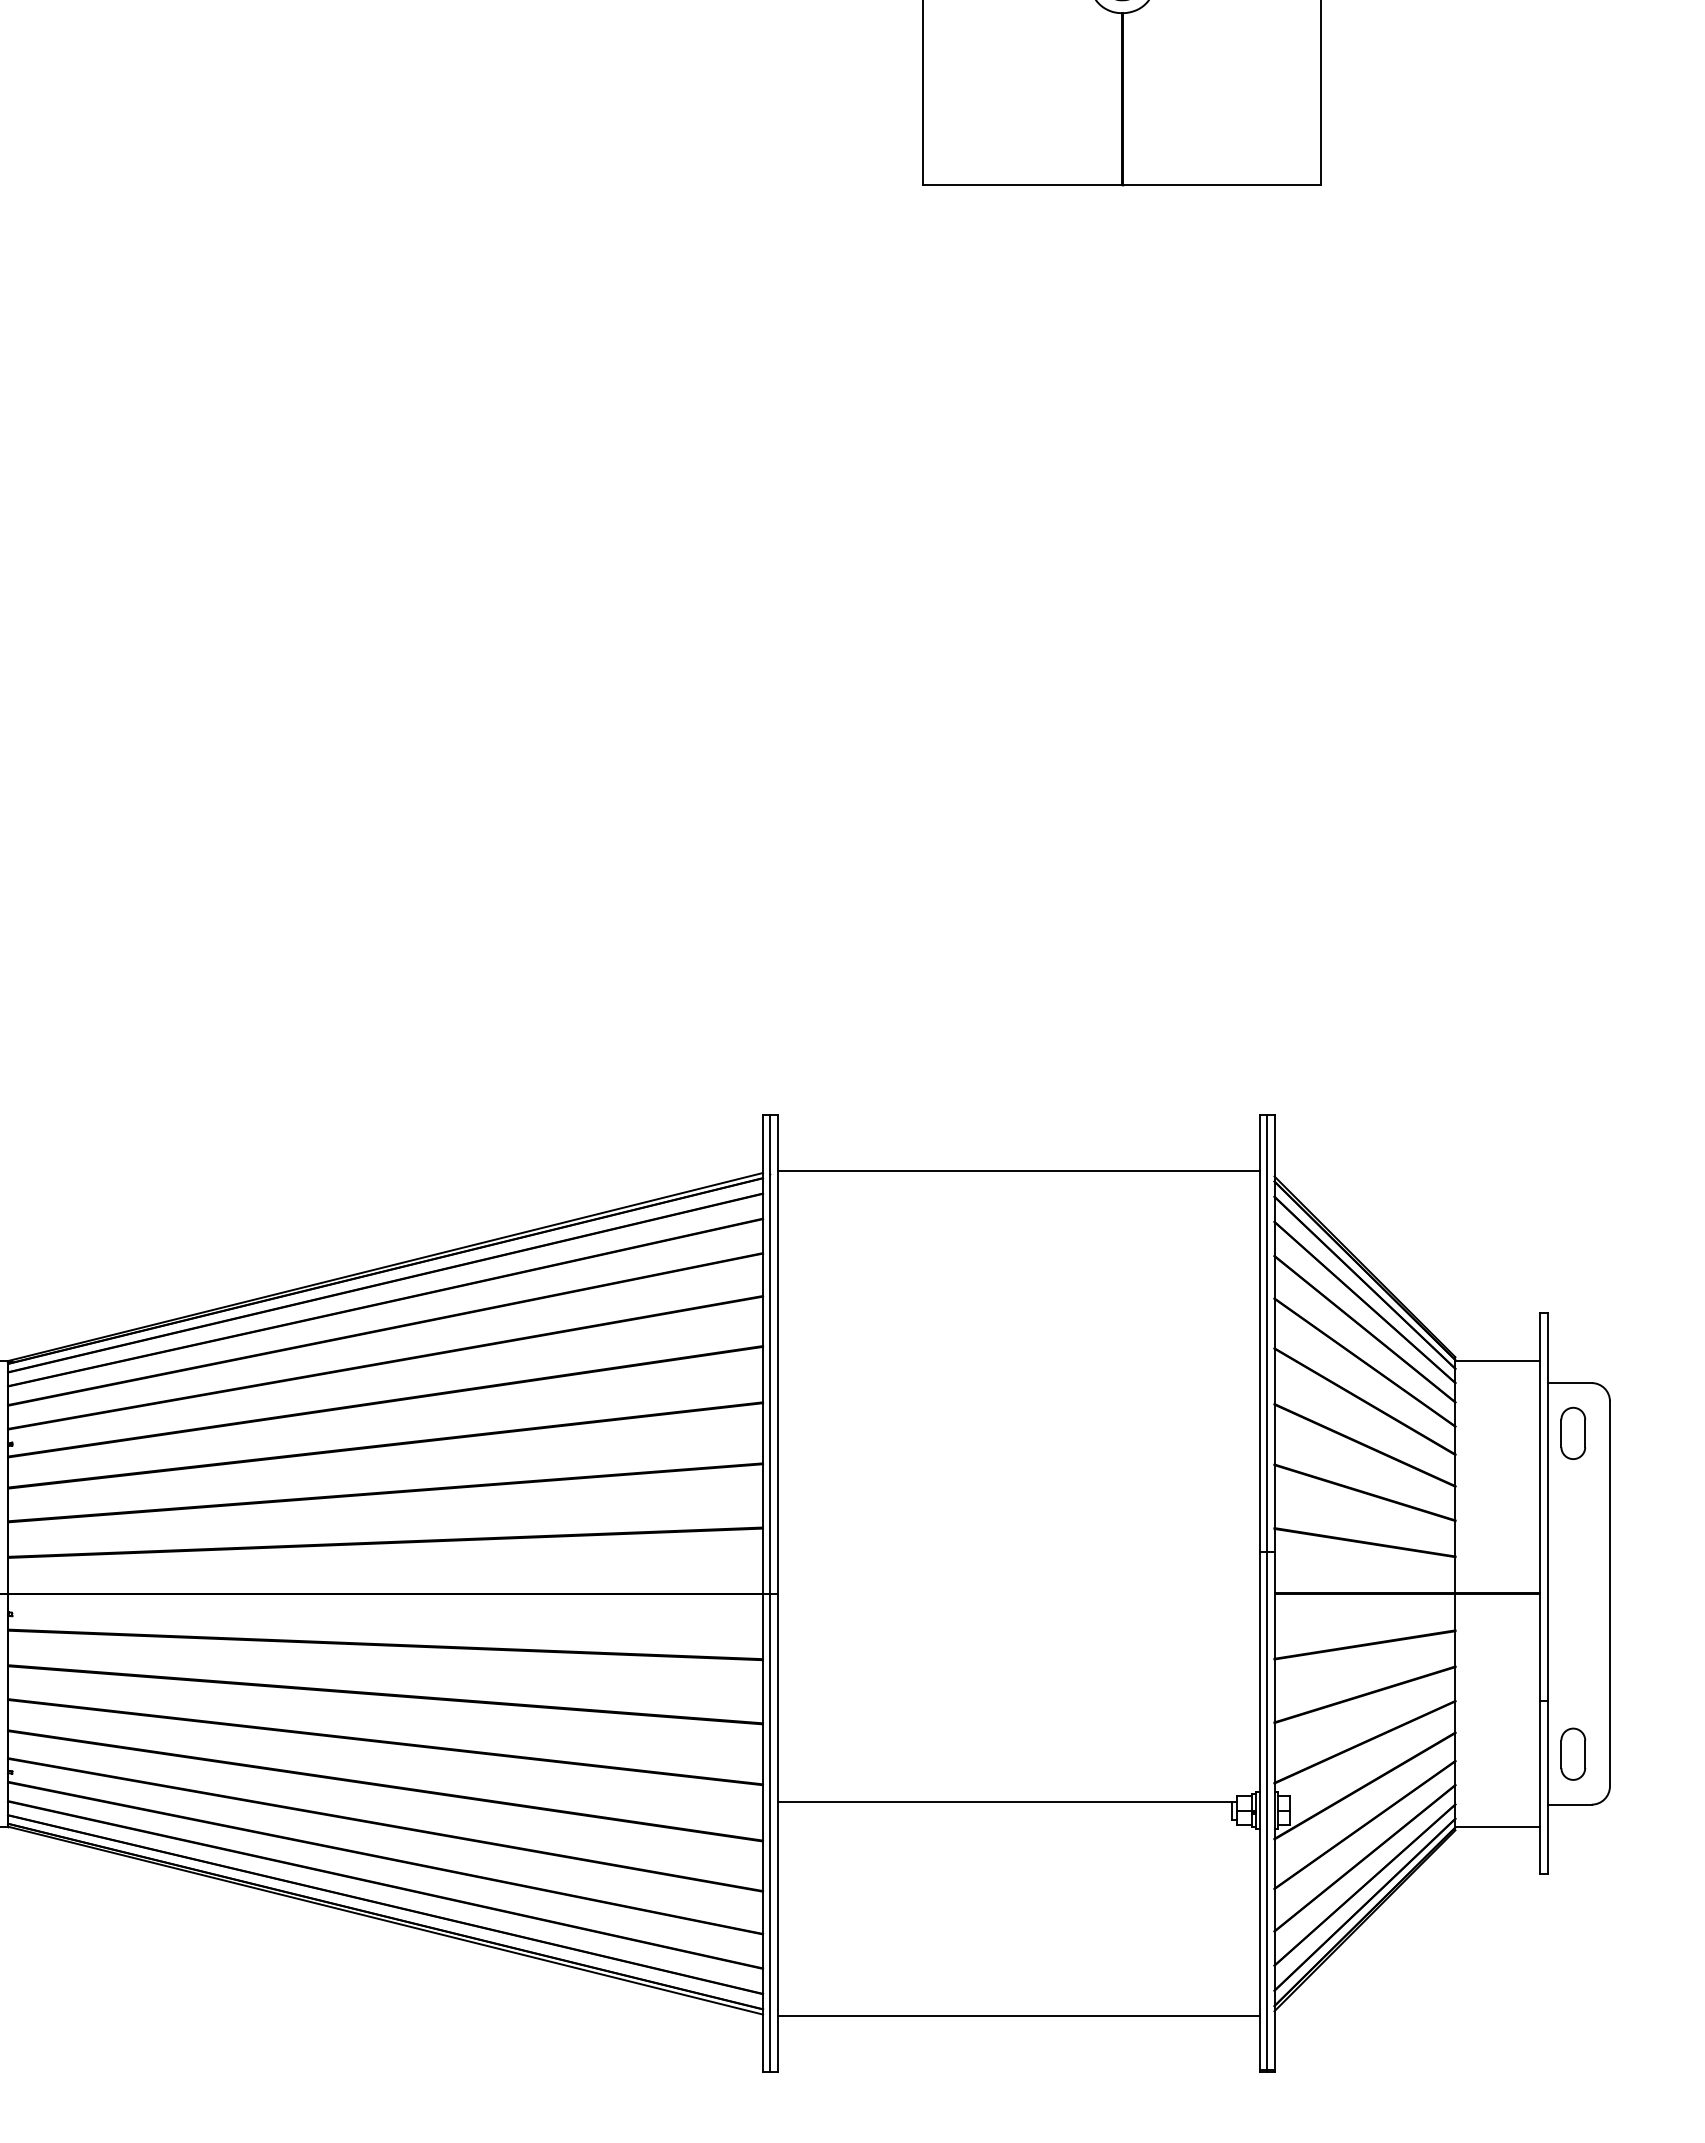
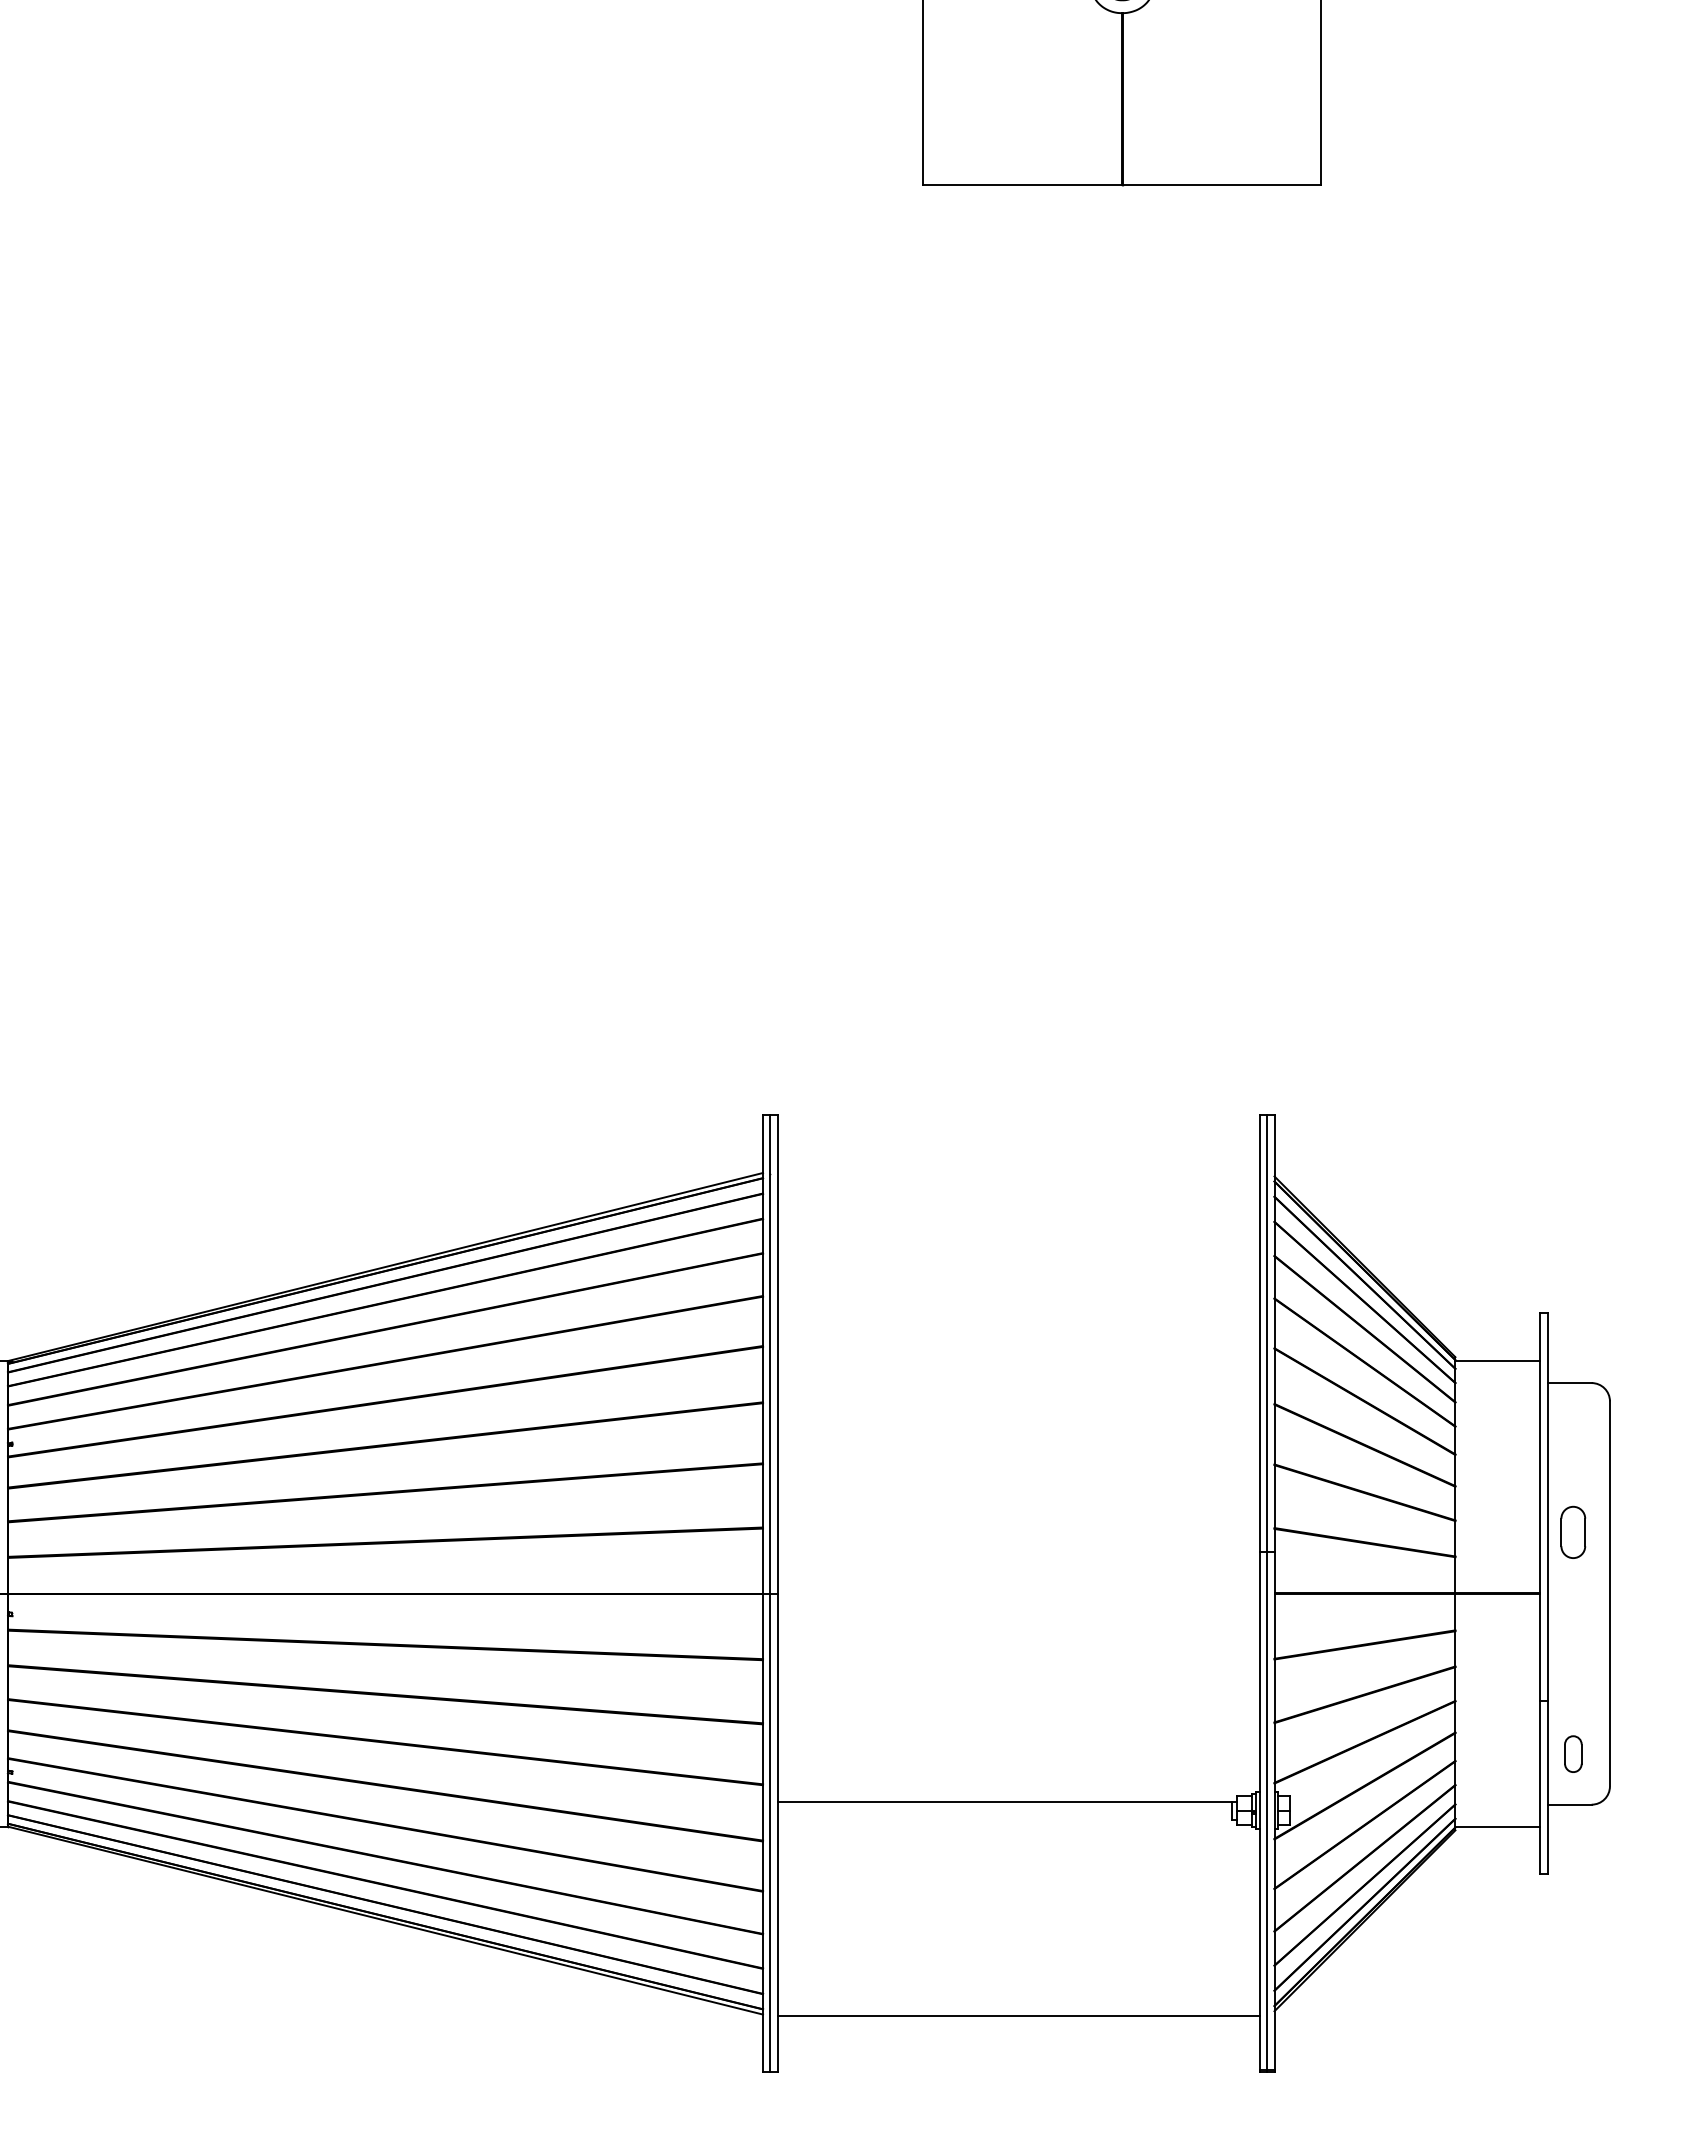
line at (1018, 1171): present -> none
part at (1573, 1432) position: (1573, 1432) -> (1573, 1531)
part at (1573, 1753) size: 27x54 px -> 19x38 px
